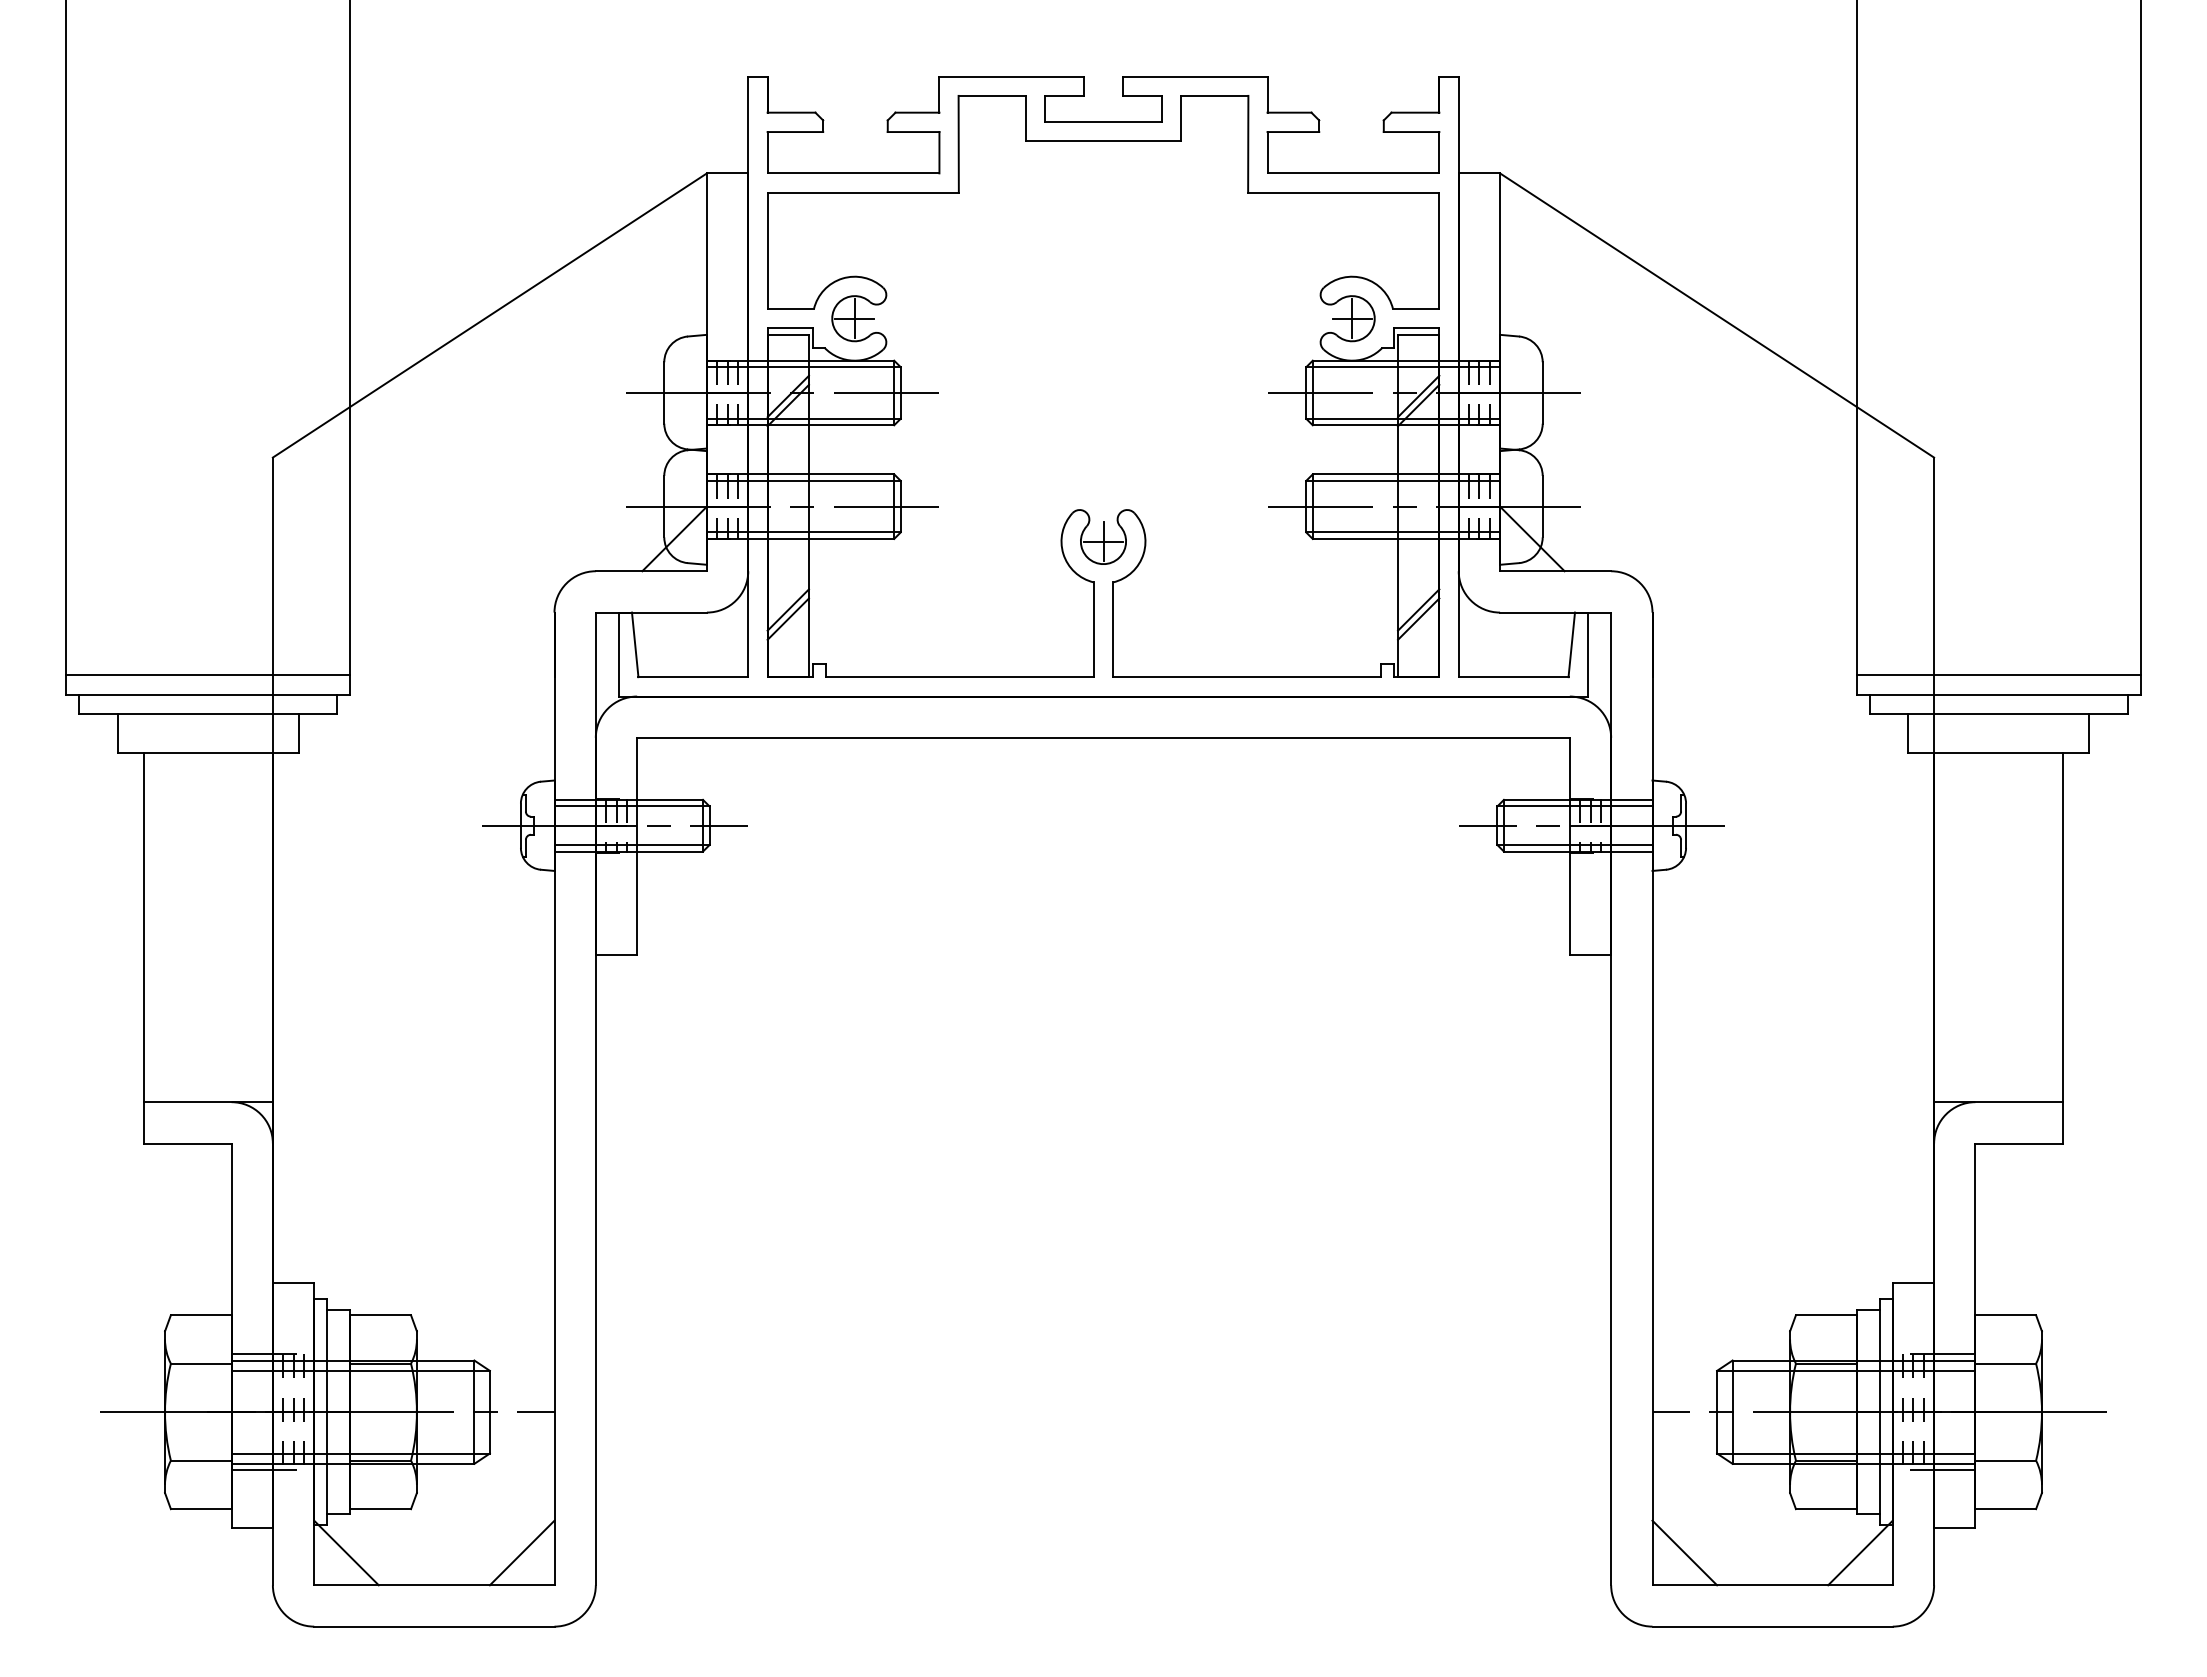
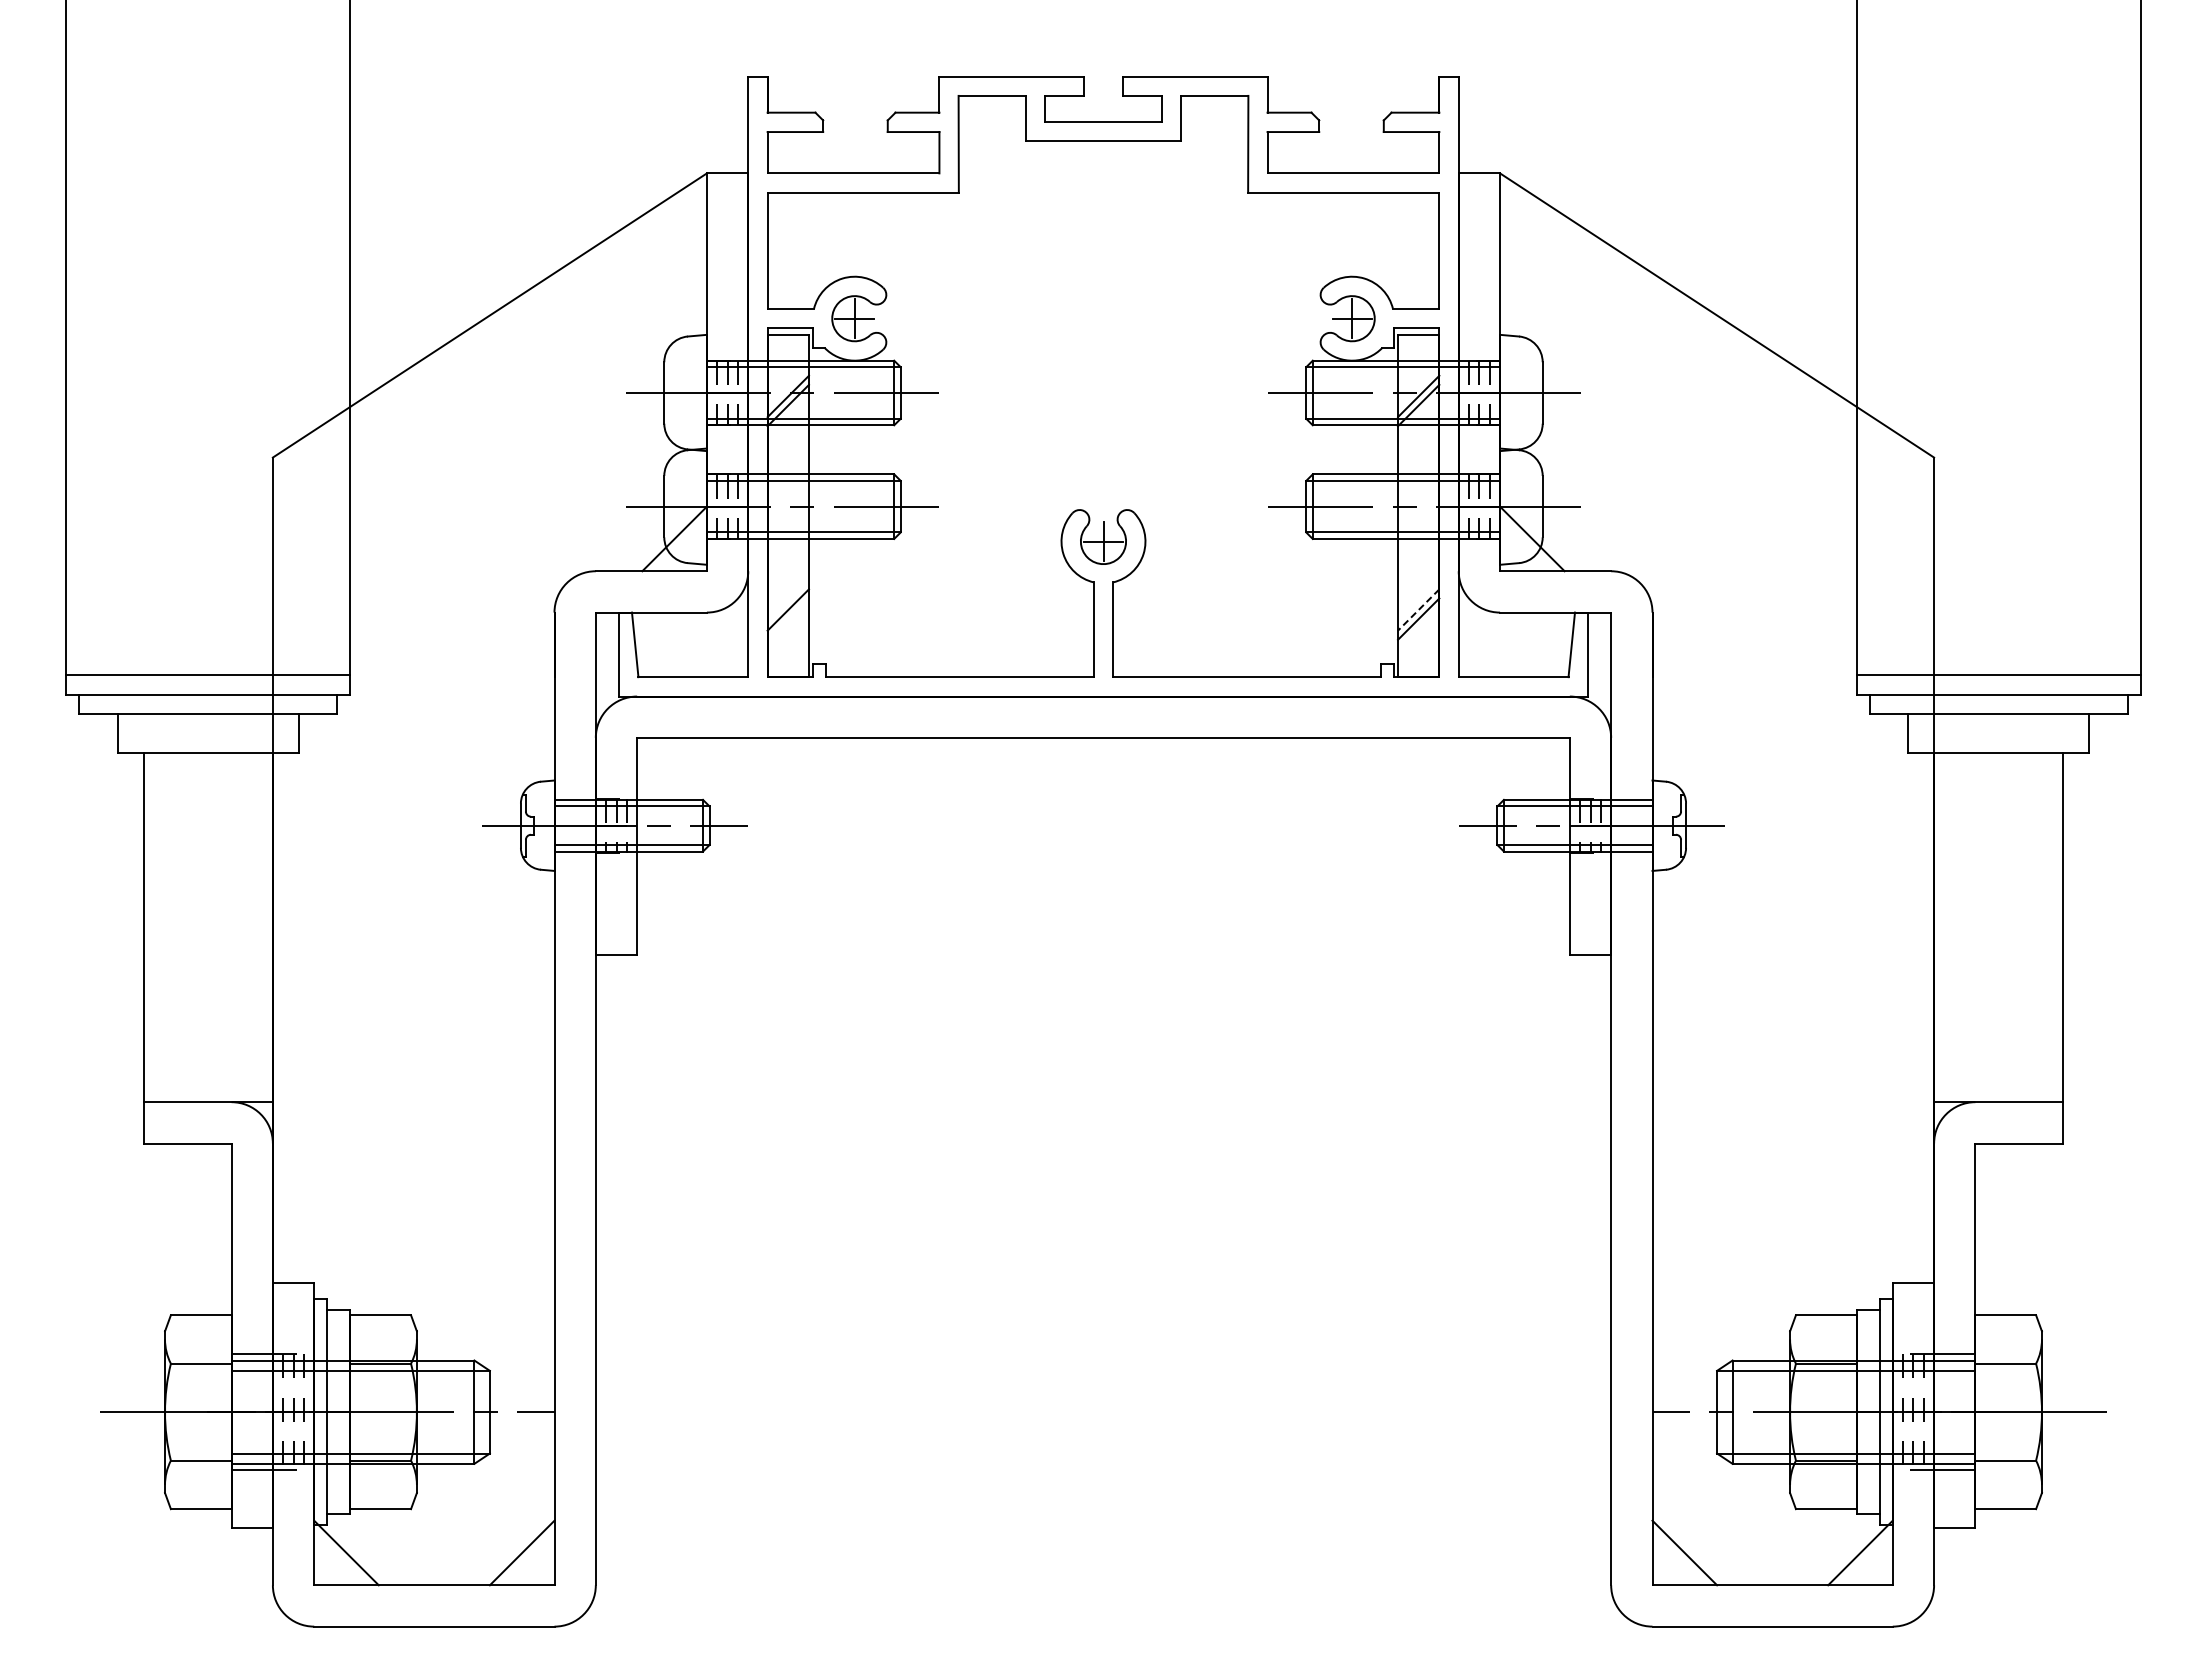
line at (1418, 610): solid -> dashed
line at (787, 618): present -> none
